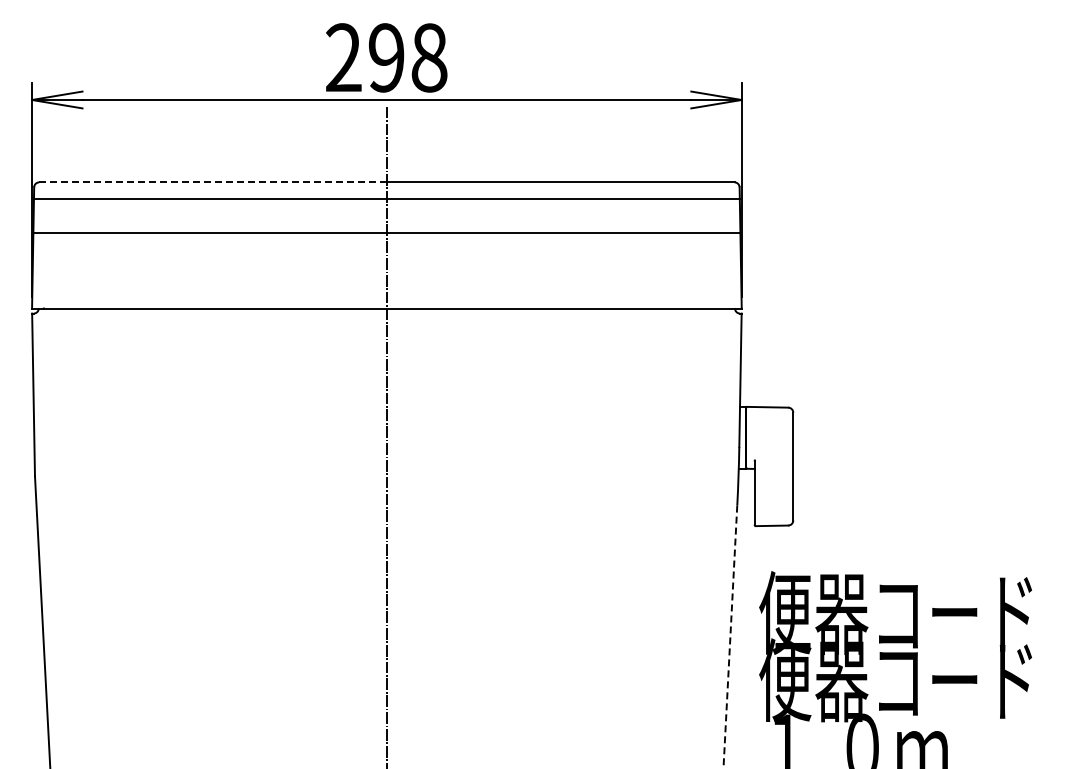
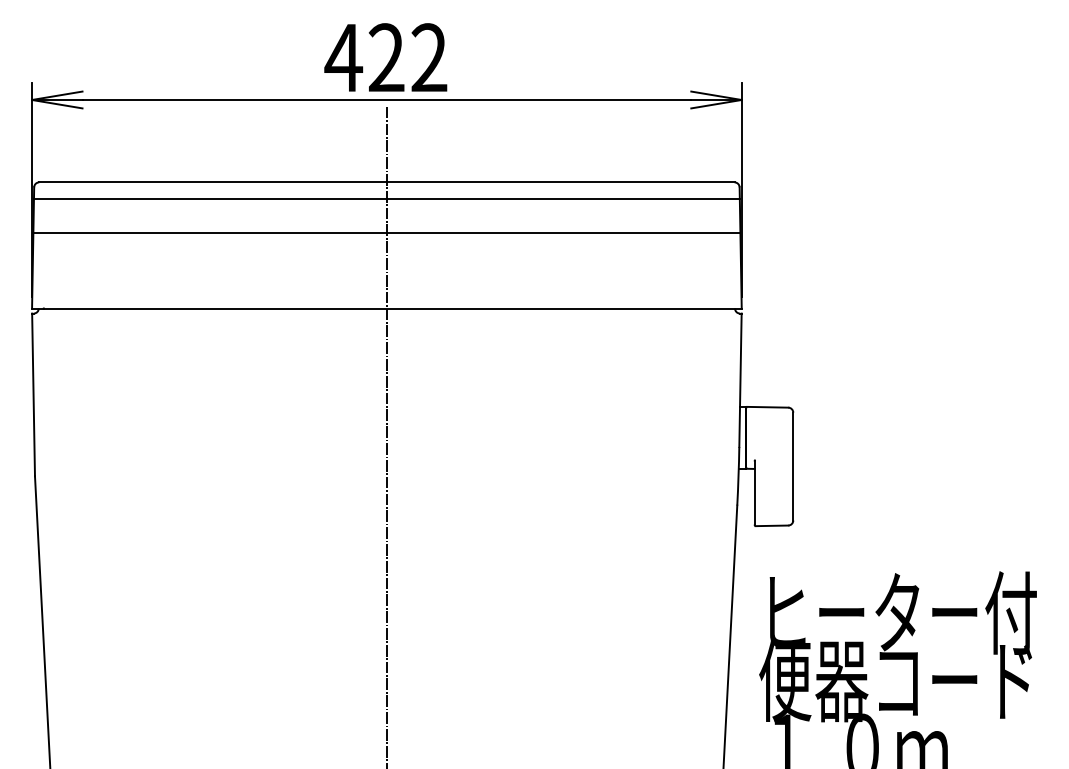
text at (385, 57): 298 -> 422
line at (213, 182): dashed -> solid
text at (897, 612): 便器コード -> ヒーター付
line at (730, 637): dashed -> solid
